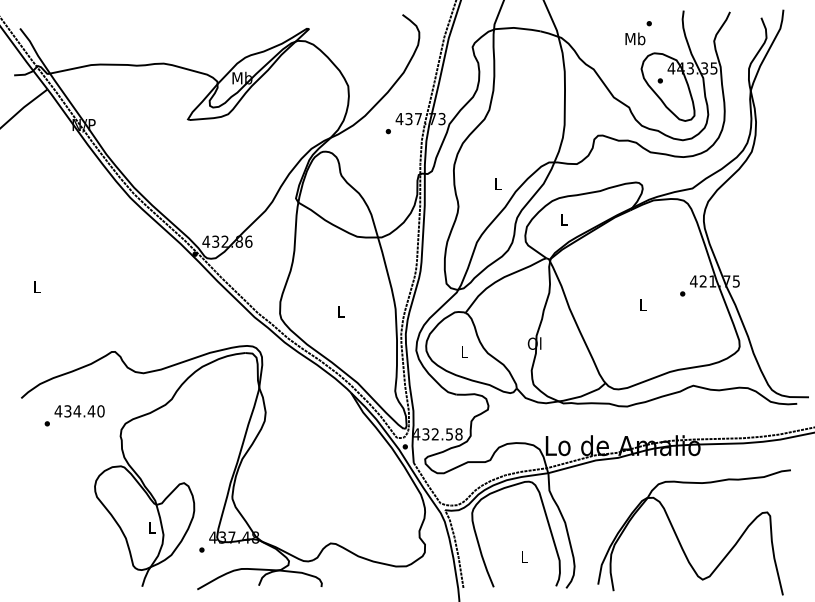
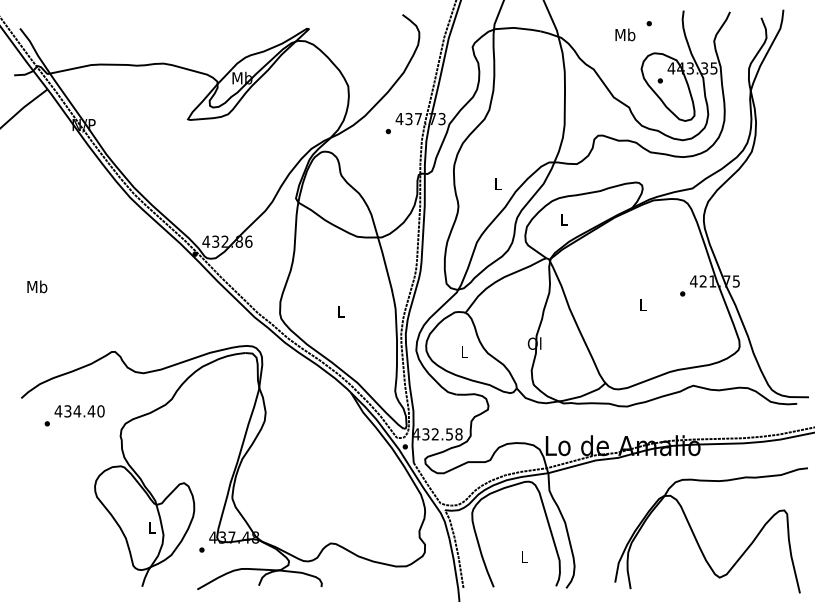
text at (635, 38) position: (635, 38) -> (625, 34)
text at (37, 286): L -> Mb
part at (679, 539) position: (679, 539) -> (696, 537)
